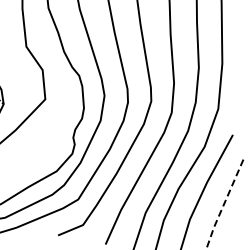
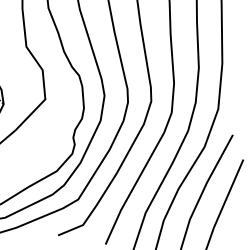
line at (223, 204): dashed -> solid
